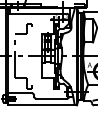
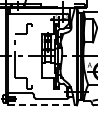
line at (43, 105): solid -> dashed
